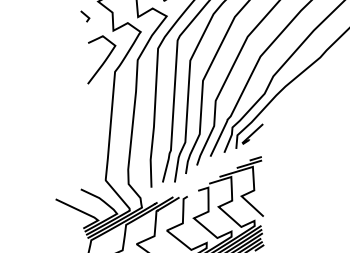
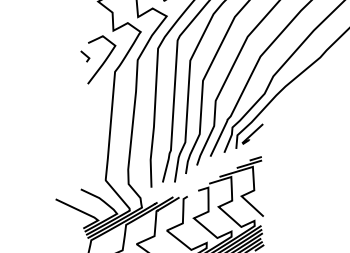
line at (85, 16) position: (85, 16) -> (85, 56)
